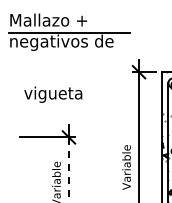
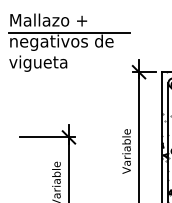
text at (53, 94) position: (53, 94) -> (38, 63)
text at (126, 167) position: (126, 167) -> (126, 151)
line at (68, 170): dashed -> solid
